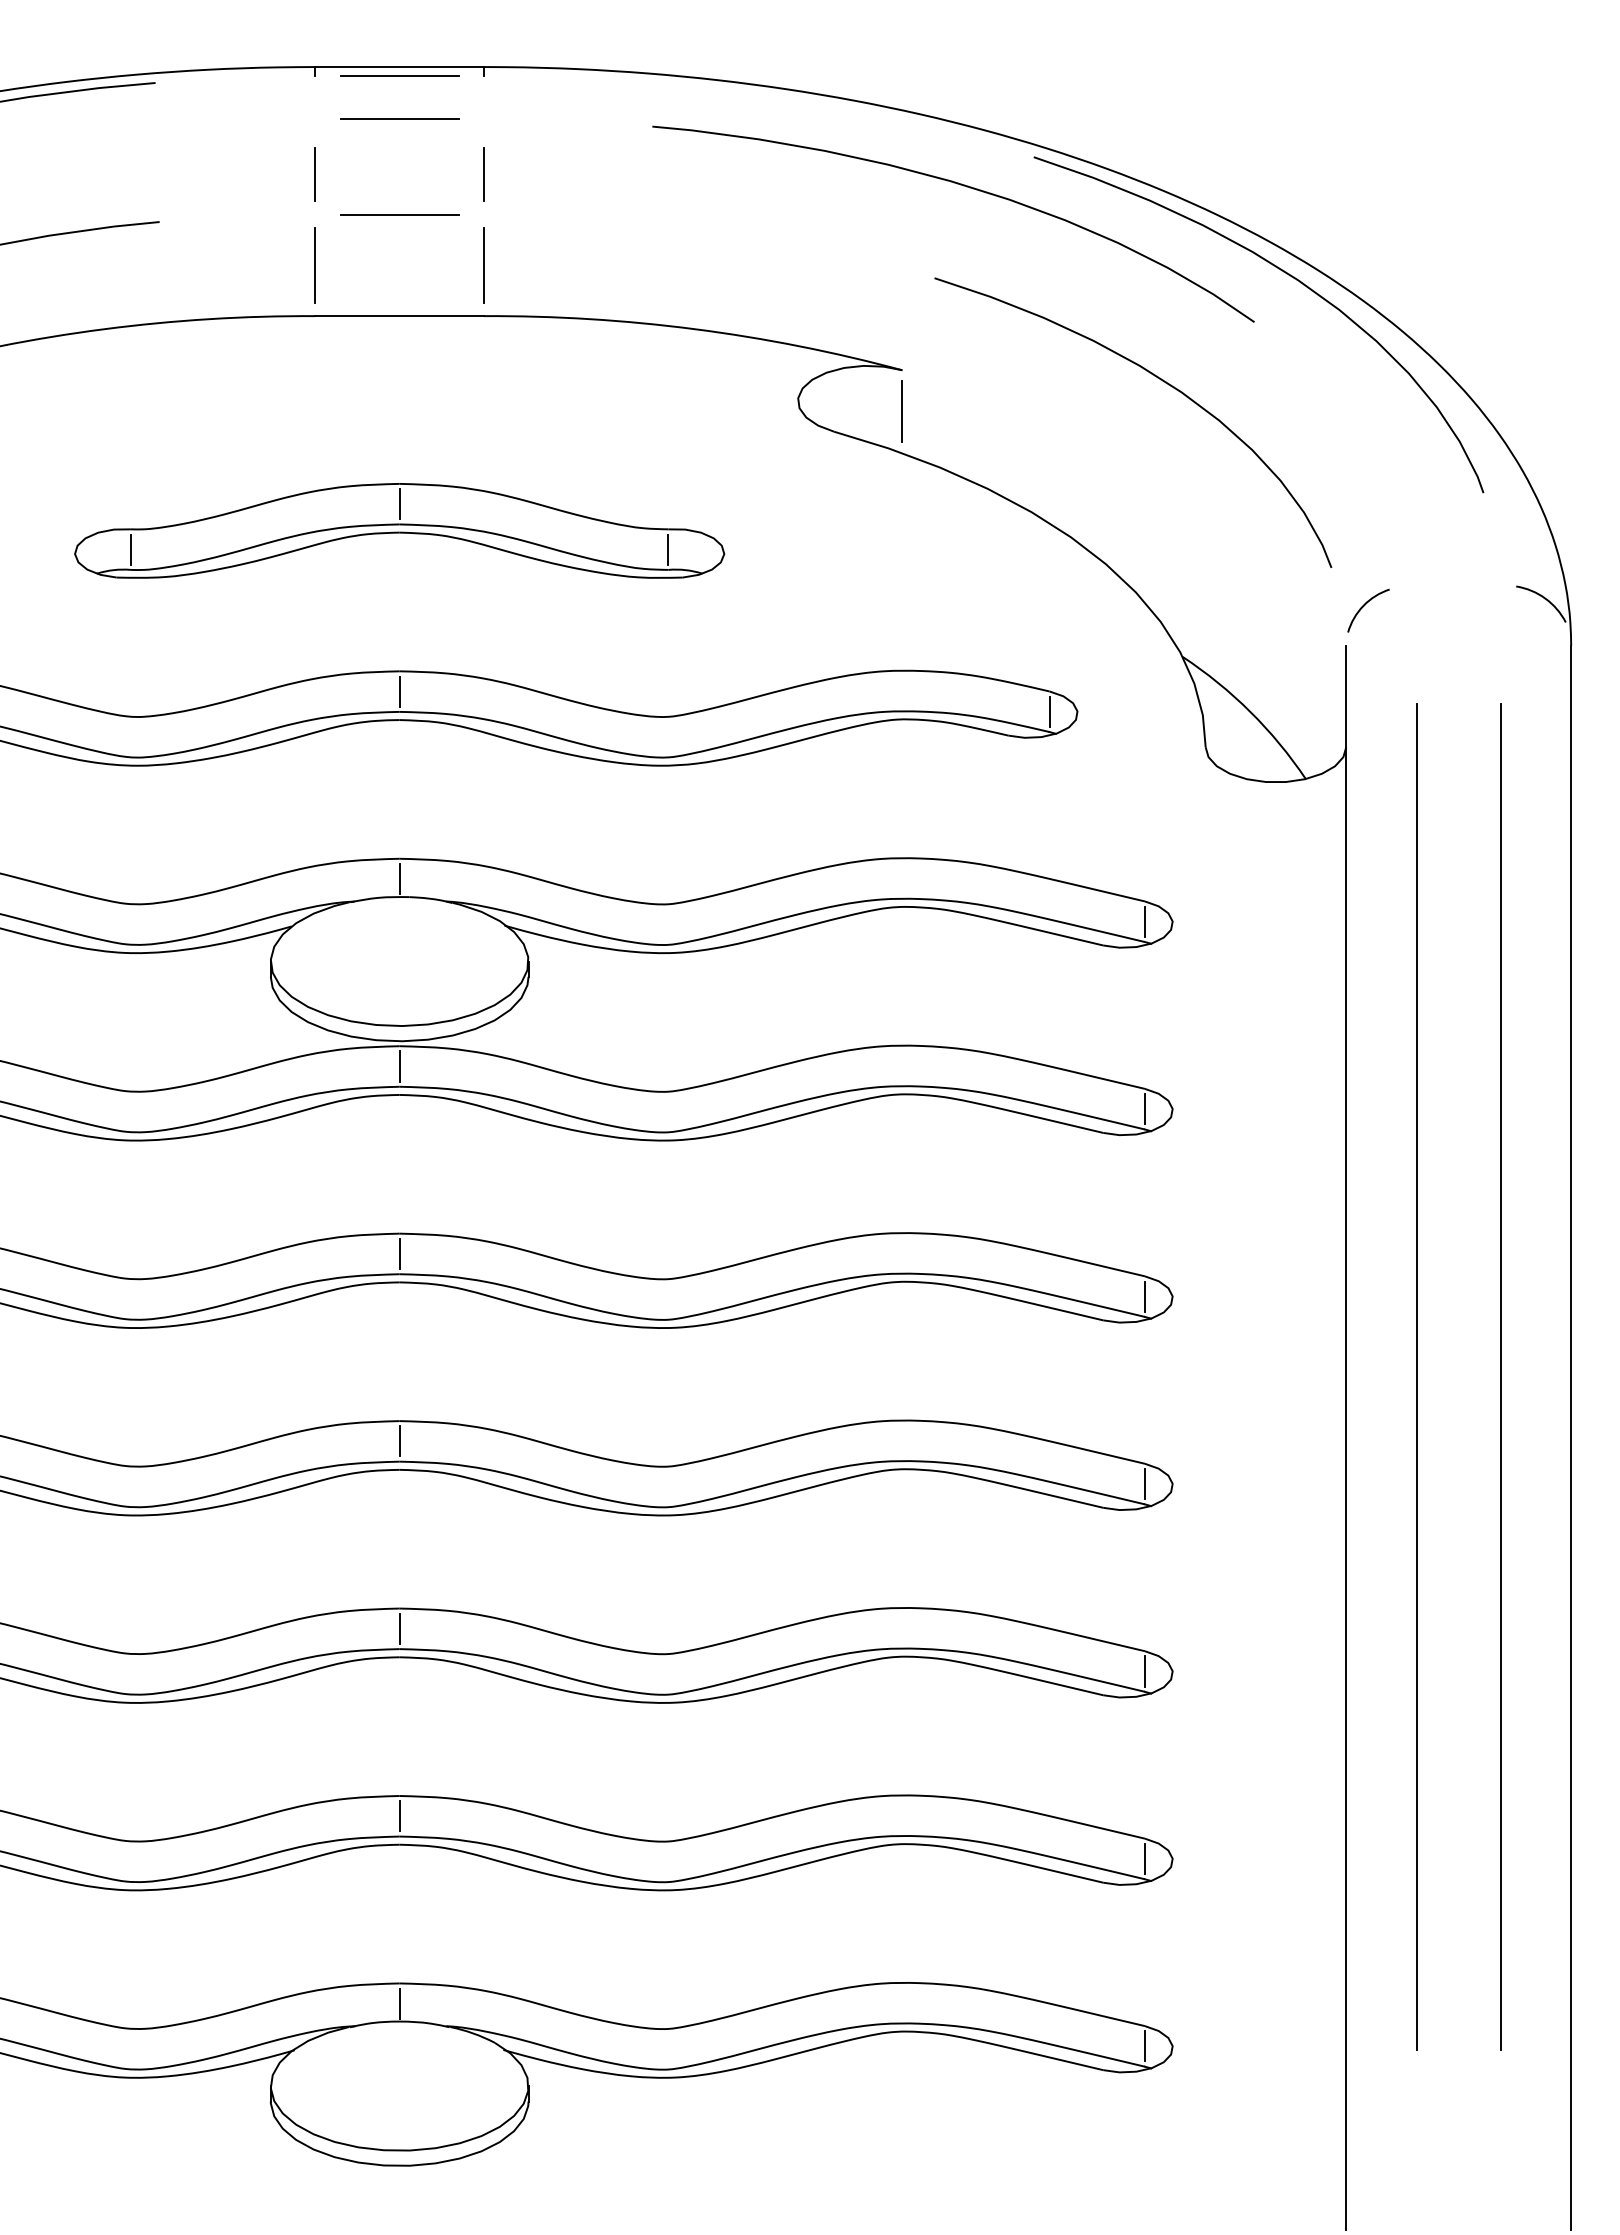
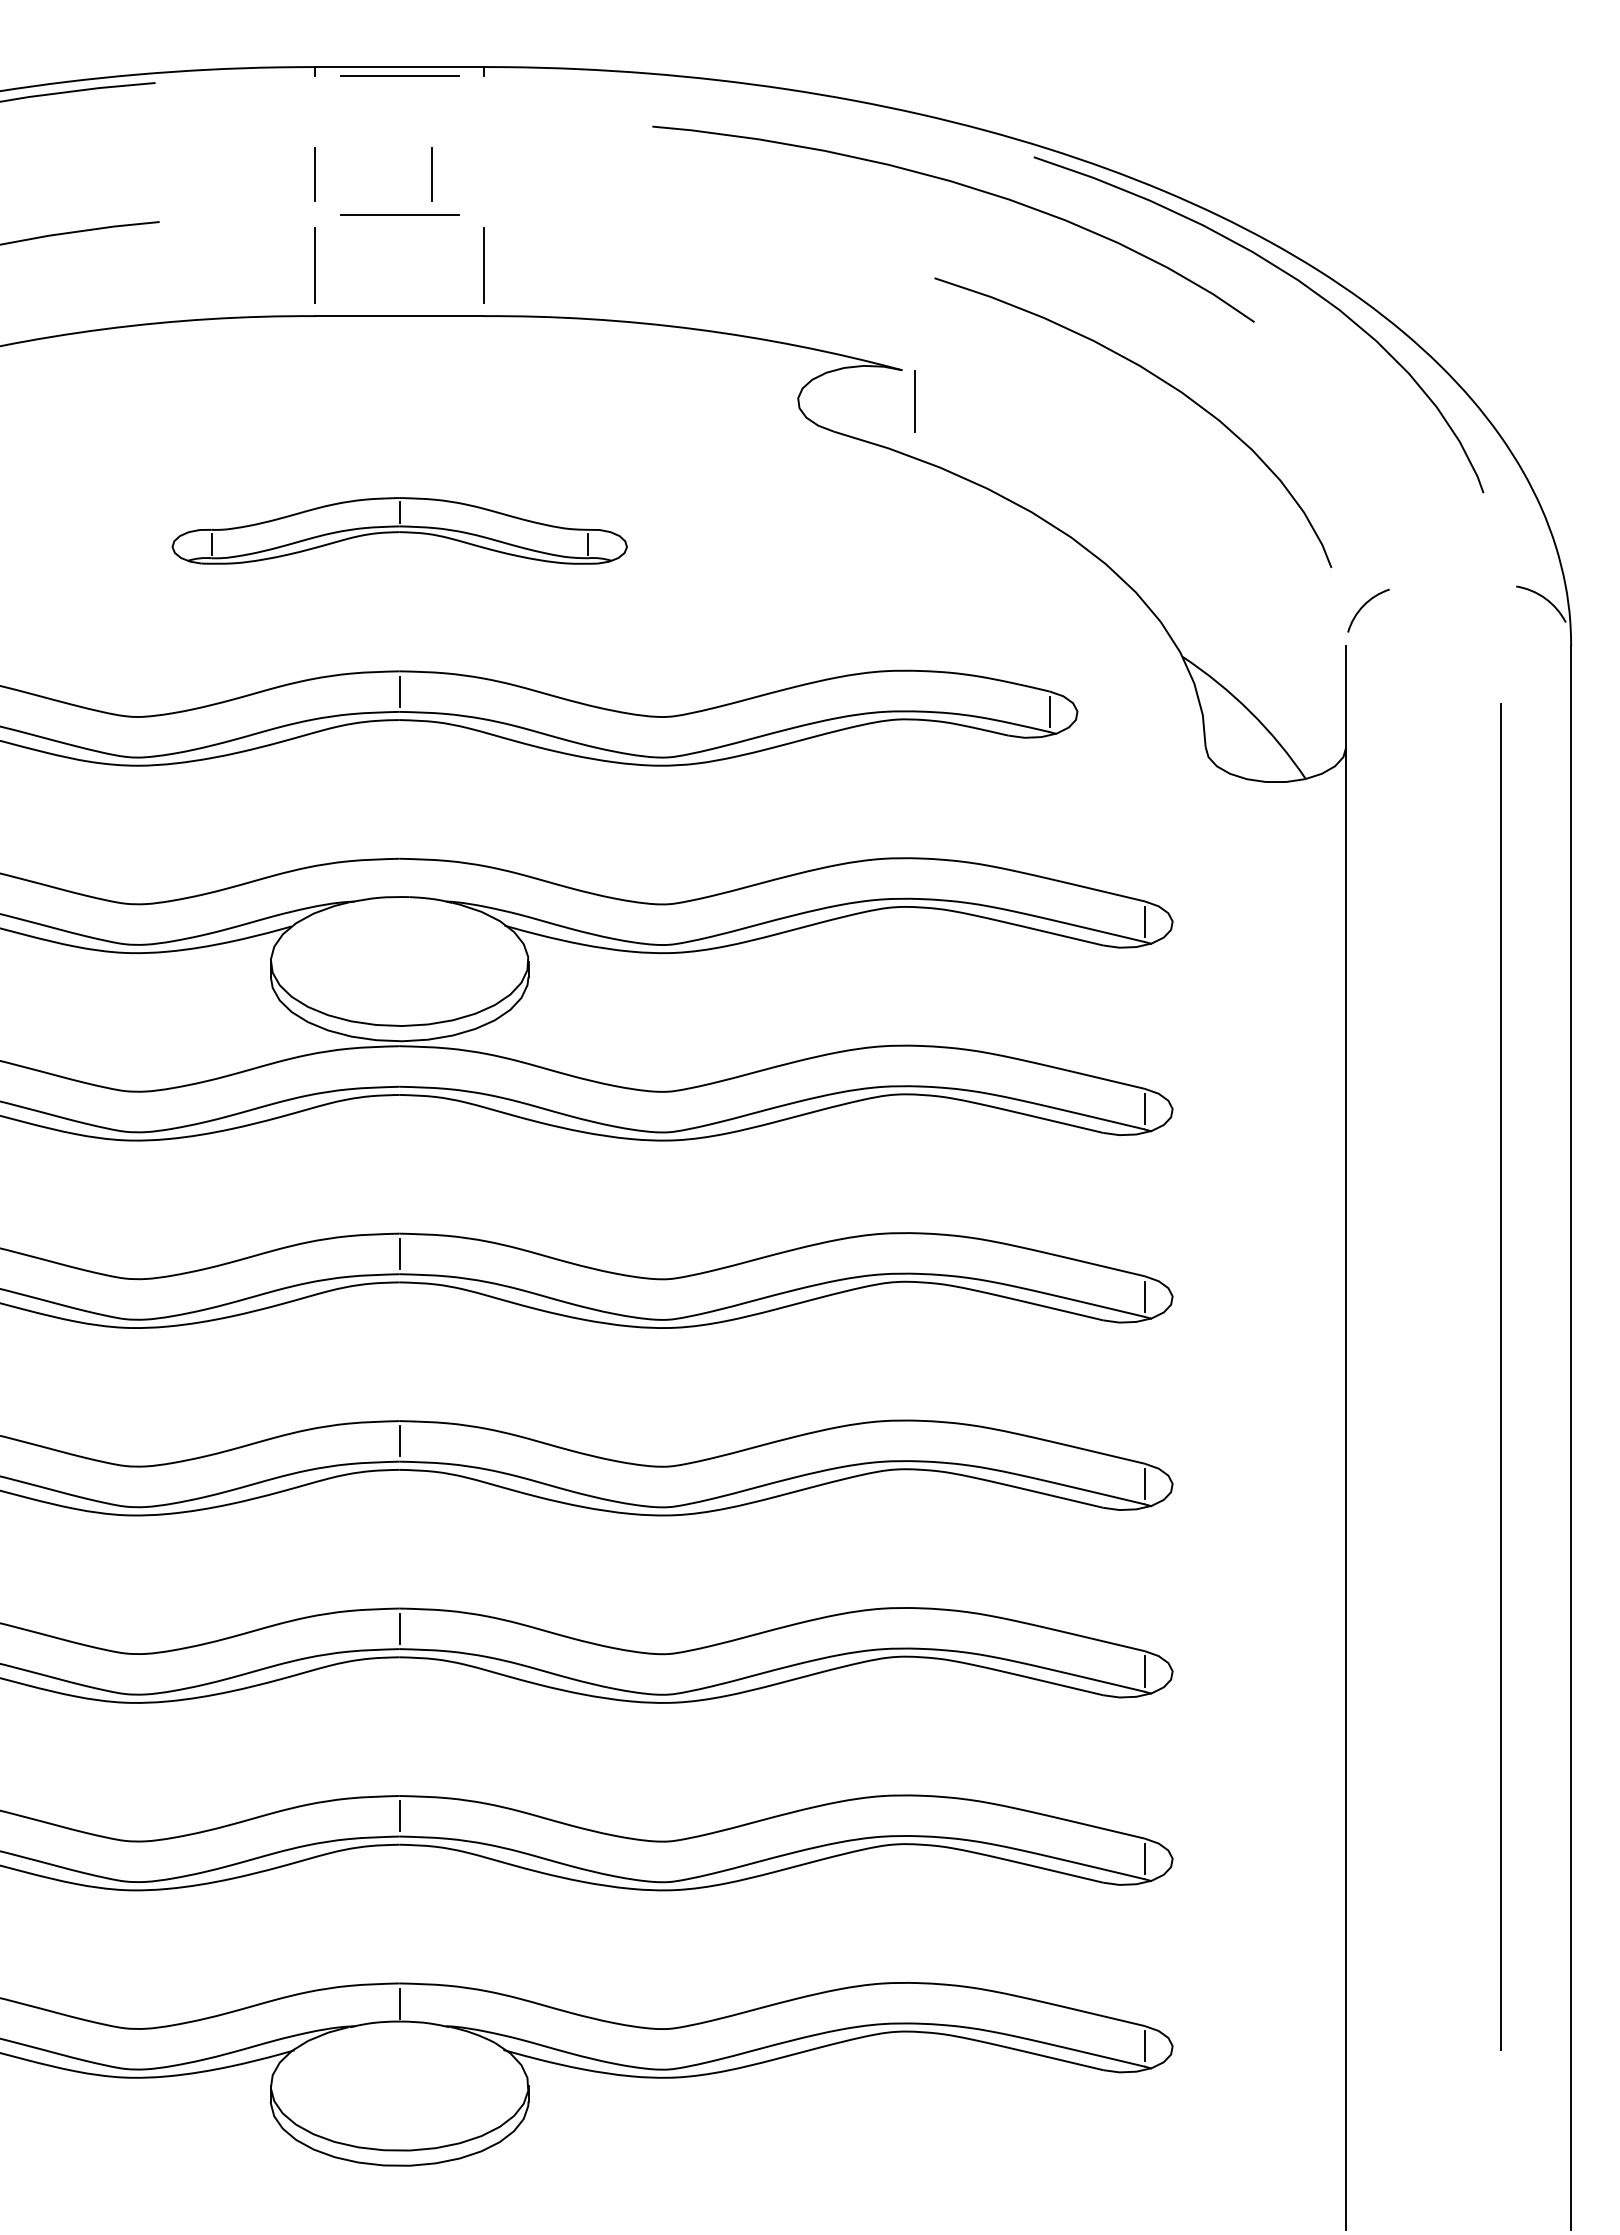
line at (399, 118): present -> none
line at (483, 174) position: (483, 174) -> (431, 174)
line at (901, 411) position: (901, 411) -> (914, 401)
part at (399, 530) size: 652x96 px -> 457x68 px
line at (399, 879): present -> none
line at (399, 1066): present -> none
line at (1416, 1376): present -> none
